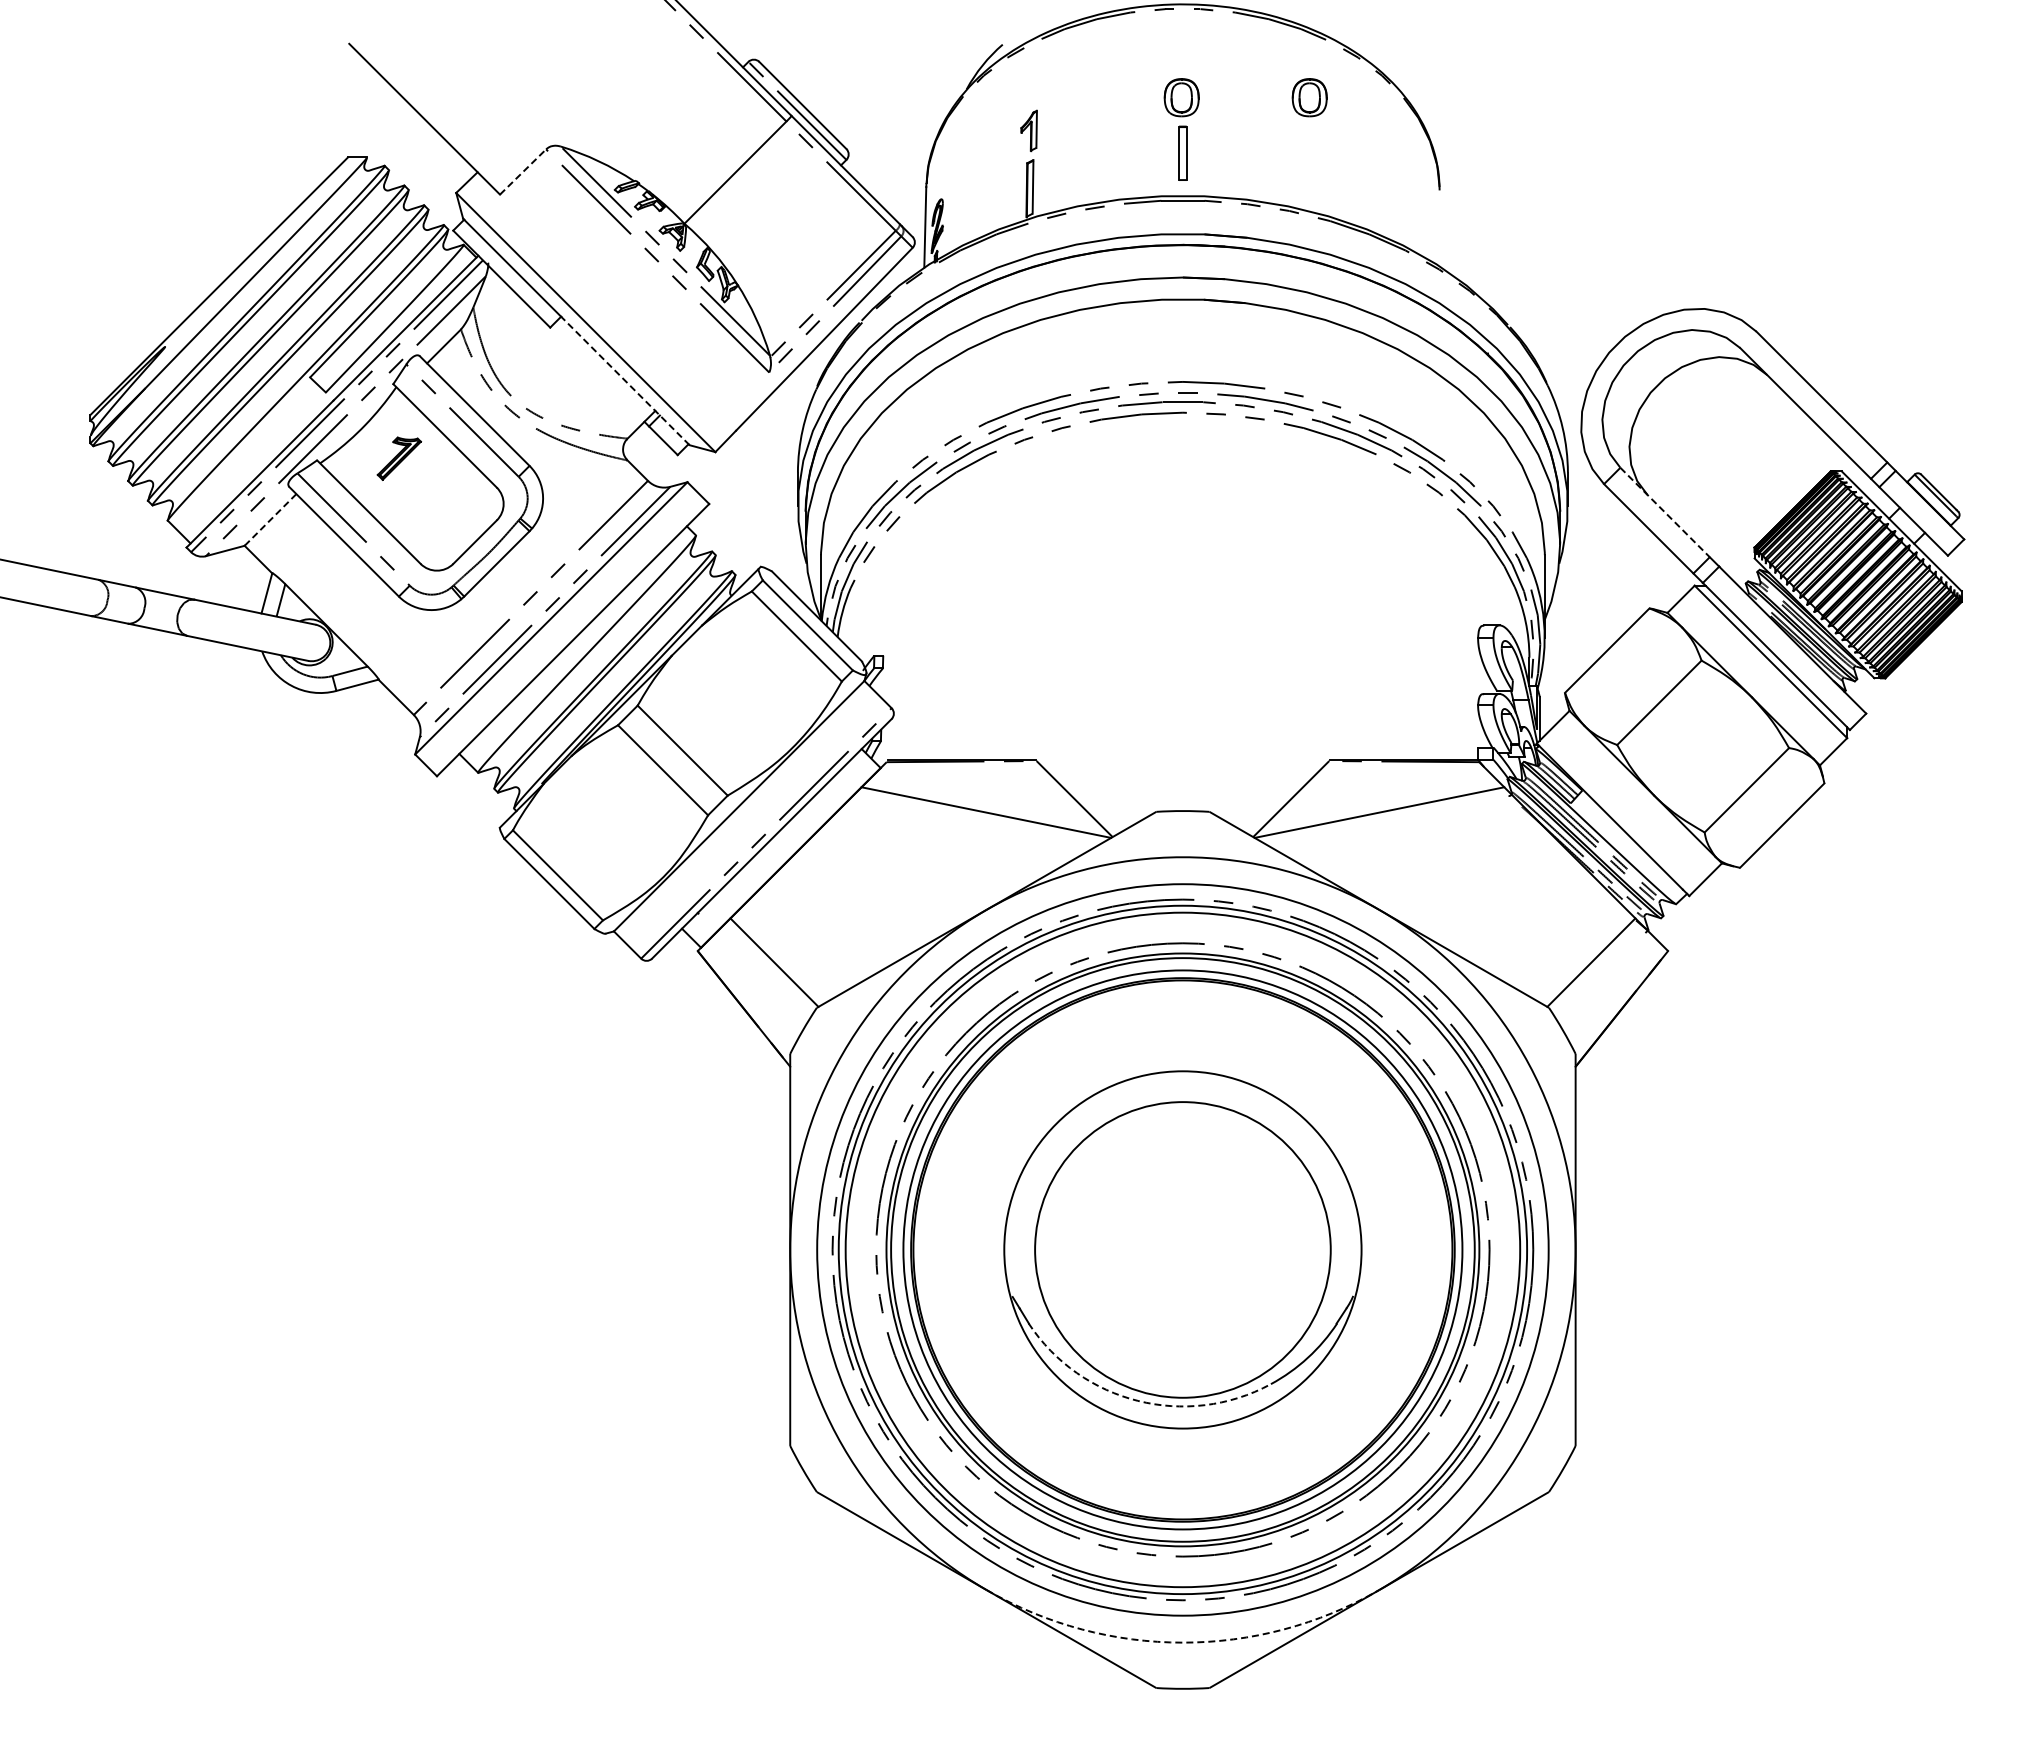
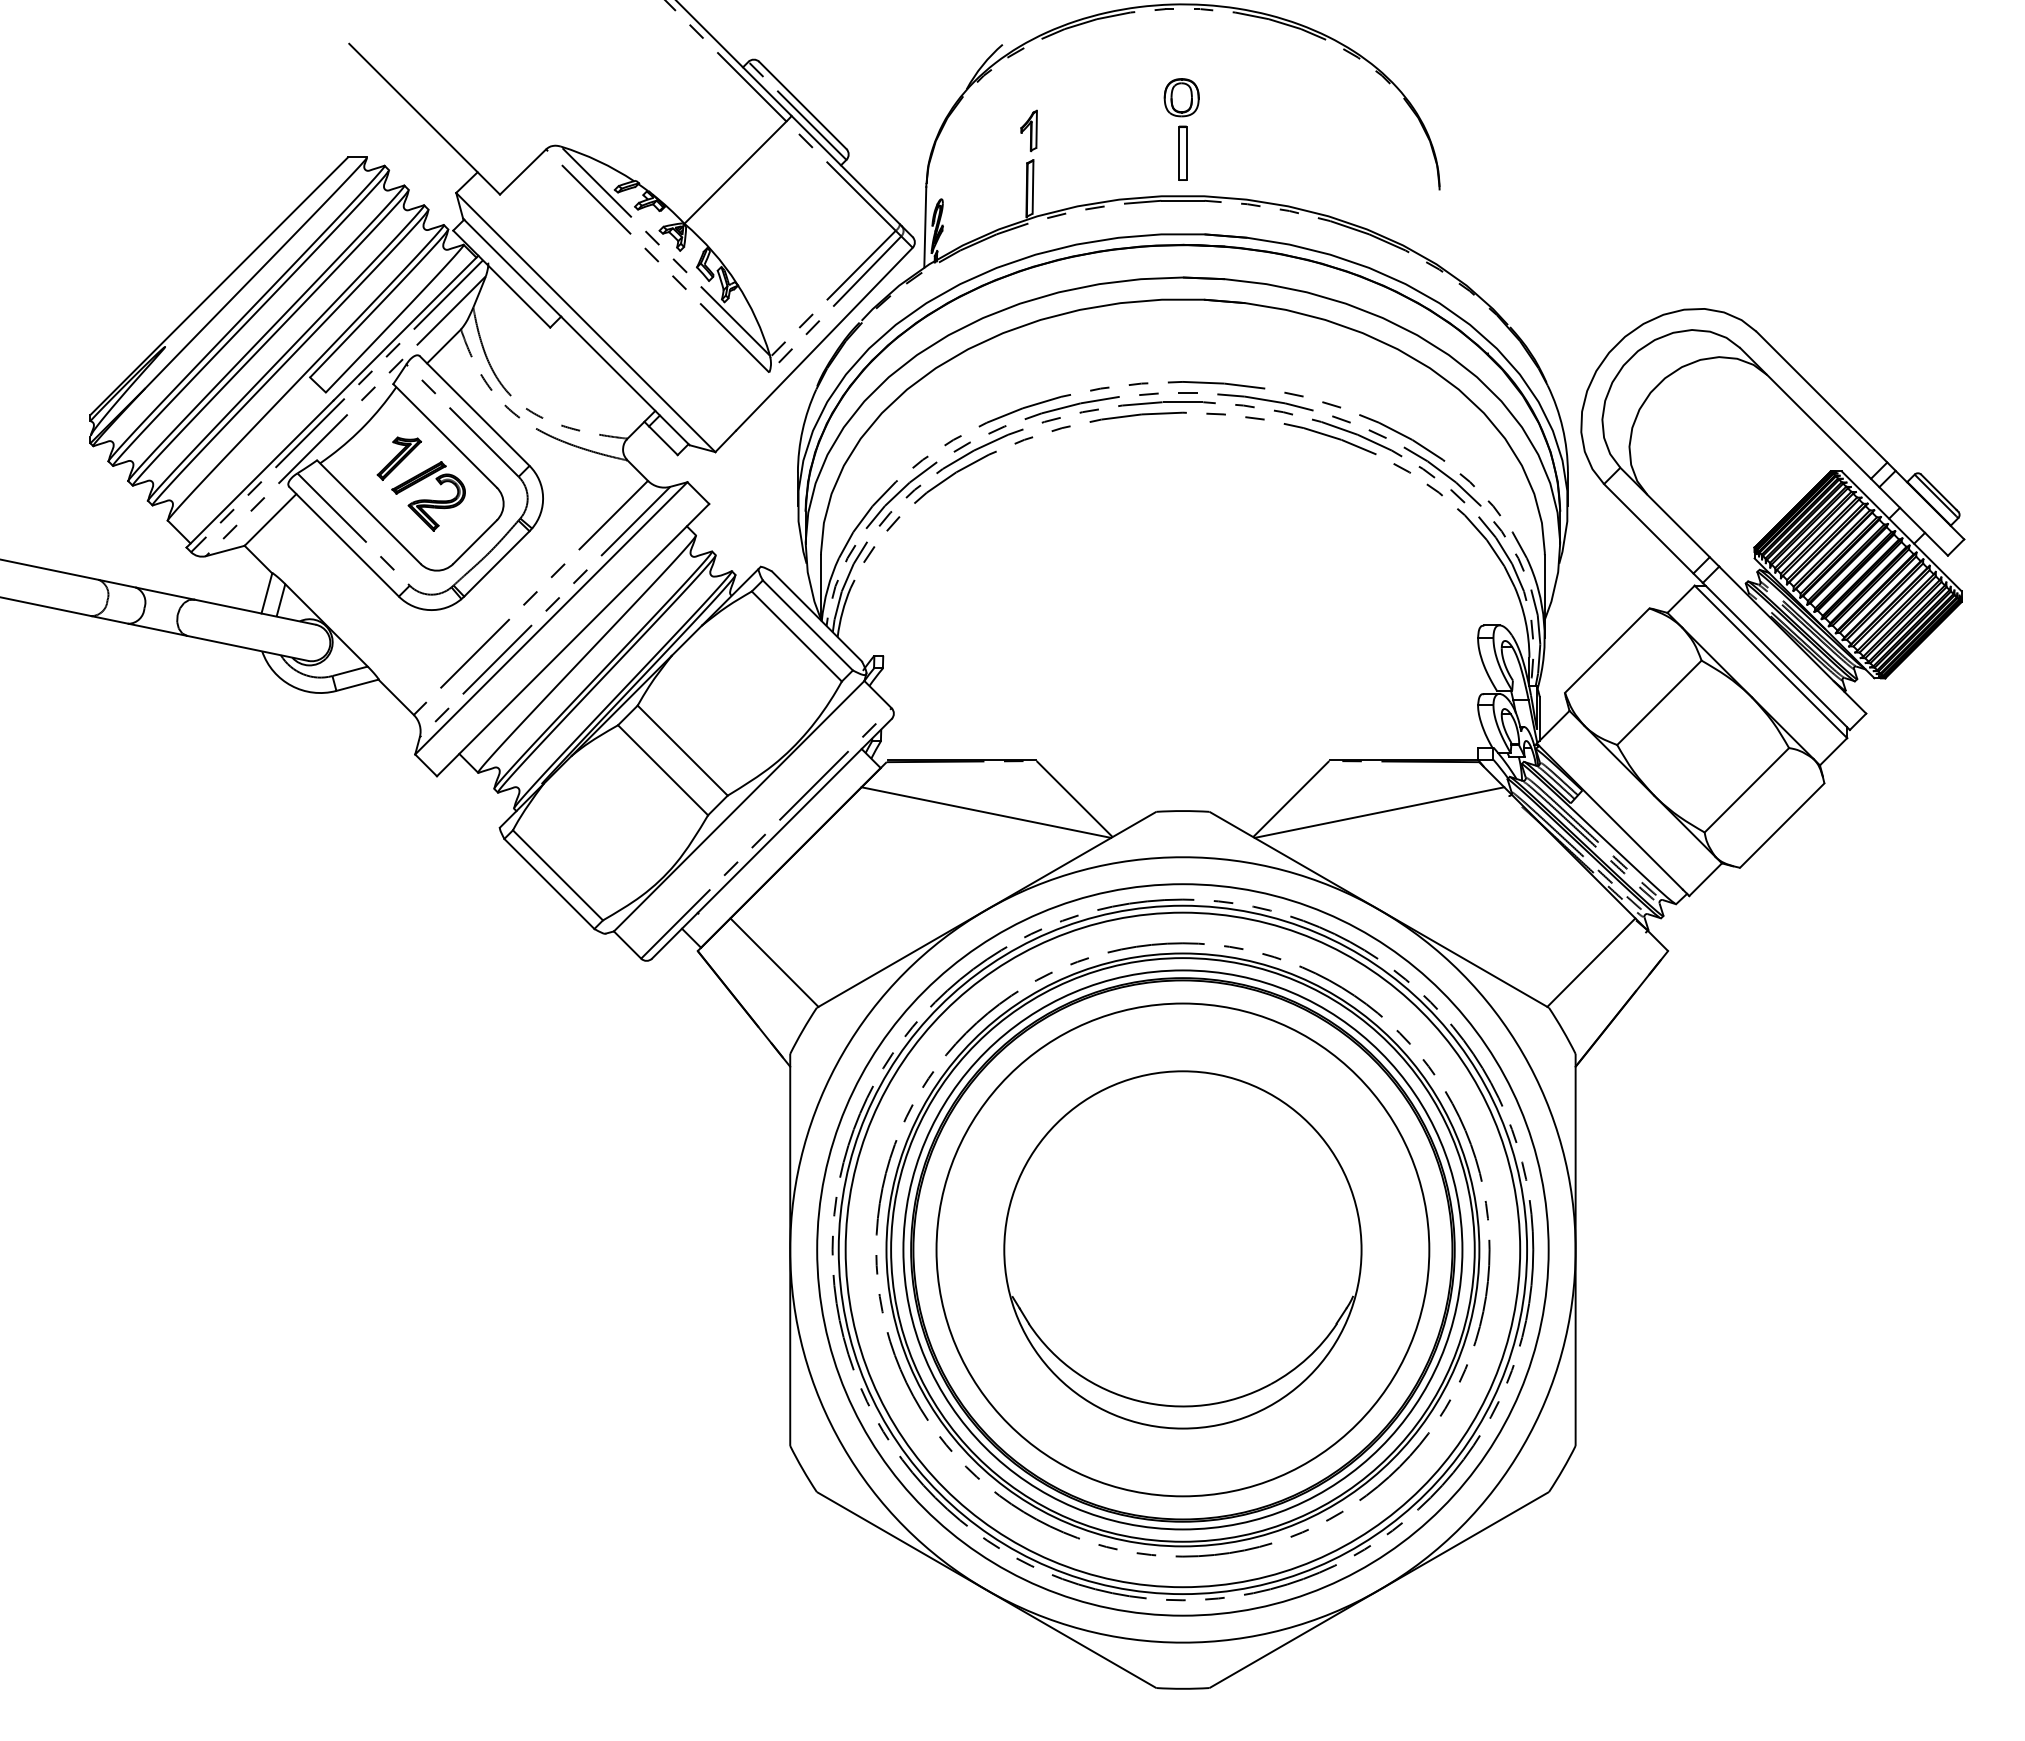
part at (1309, 97): present -> none
line at (523, 171): dashed -> solid
line at (625, 380): dashed -> solid
part at (428, 496): none -> present
line at (1665, 512): dashed -> solid
line at (270, 519): dashed -> solid
circle at (1182, 1249) diameter: 296 px -> 493 px
arc at (1137, 1400): dashed -> solid
arc at (1182, 1642): dashed -> solid
